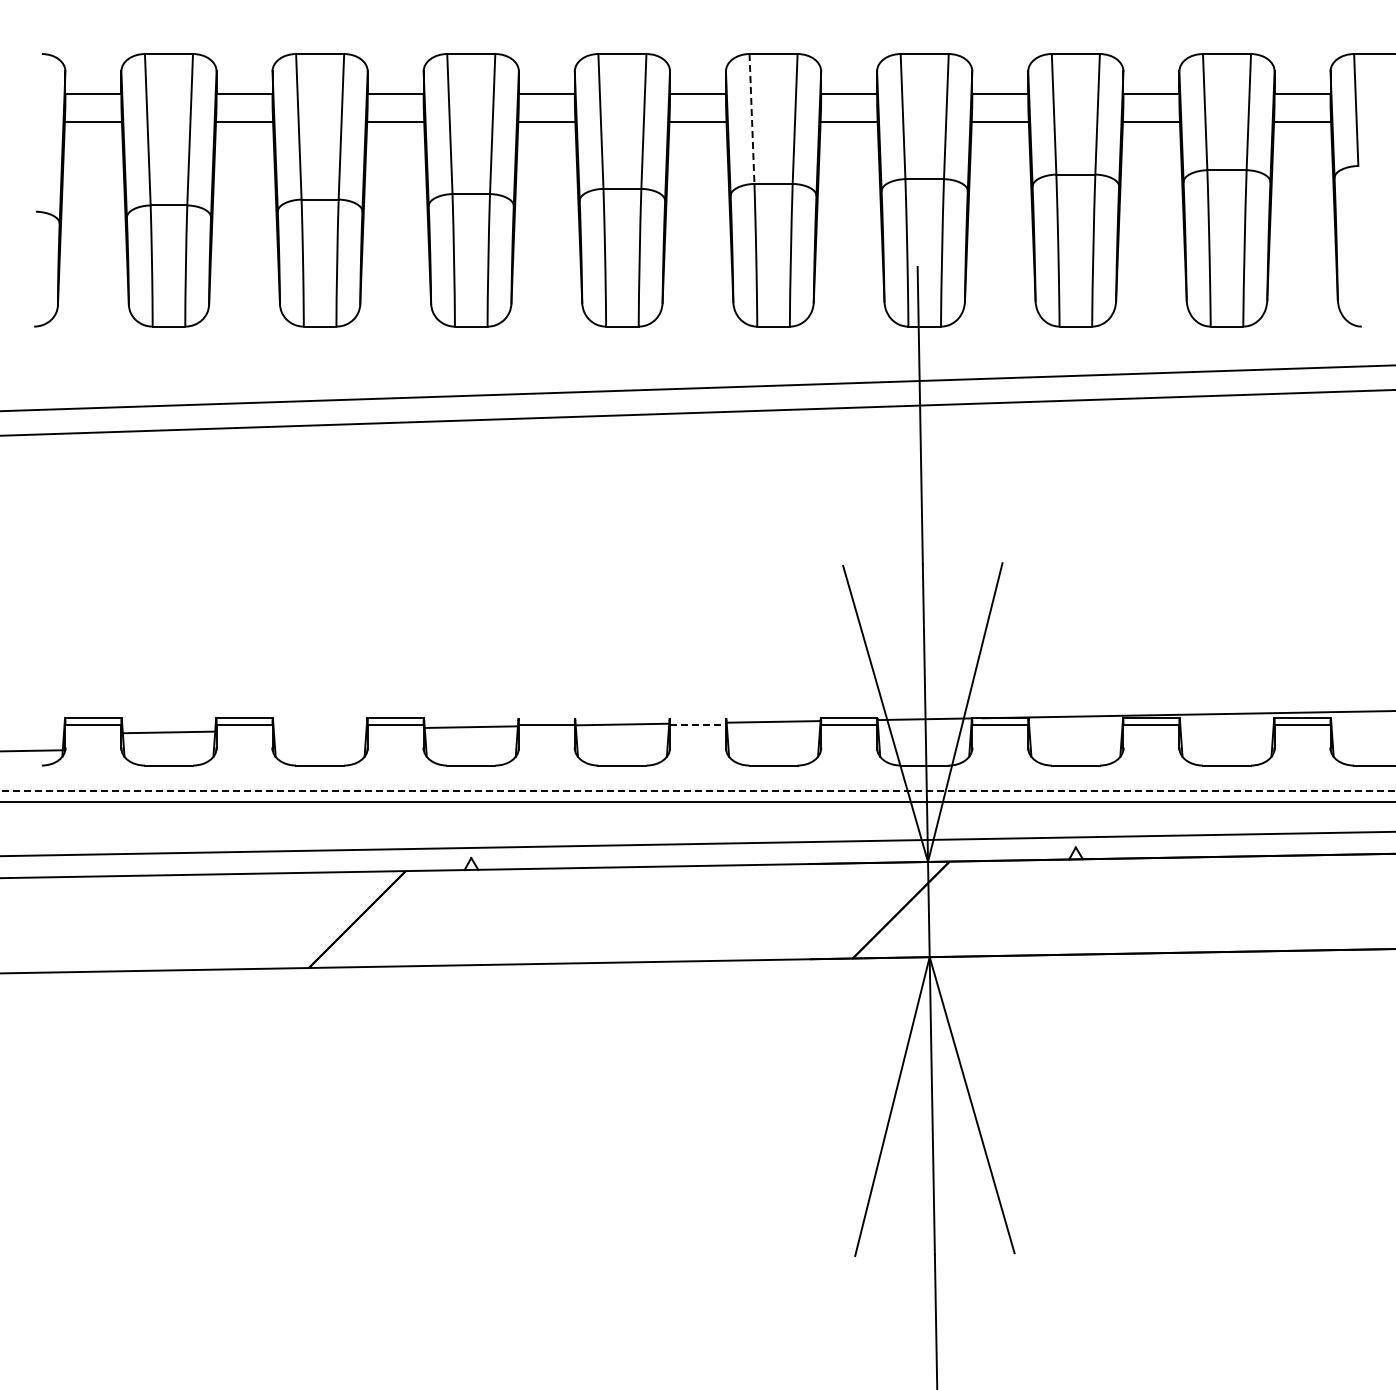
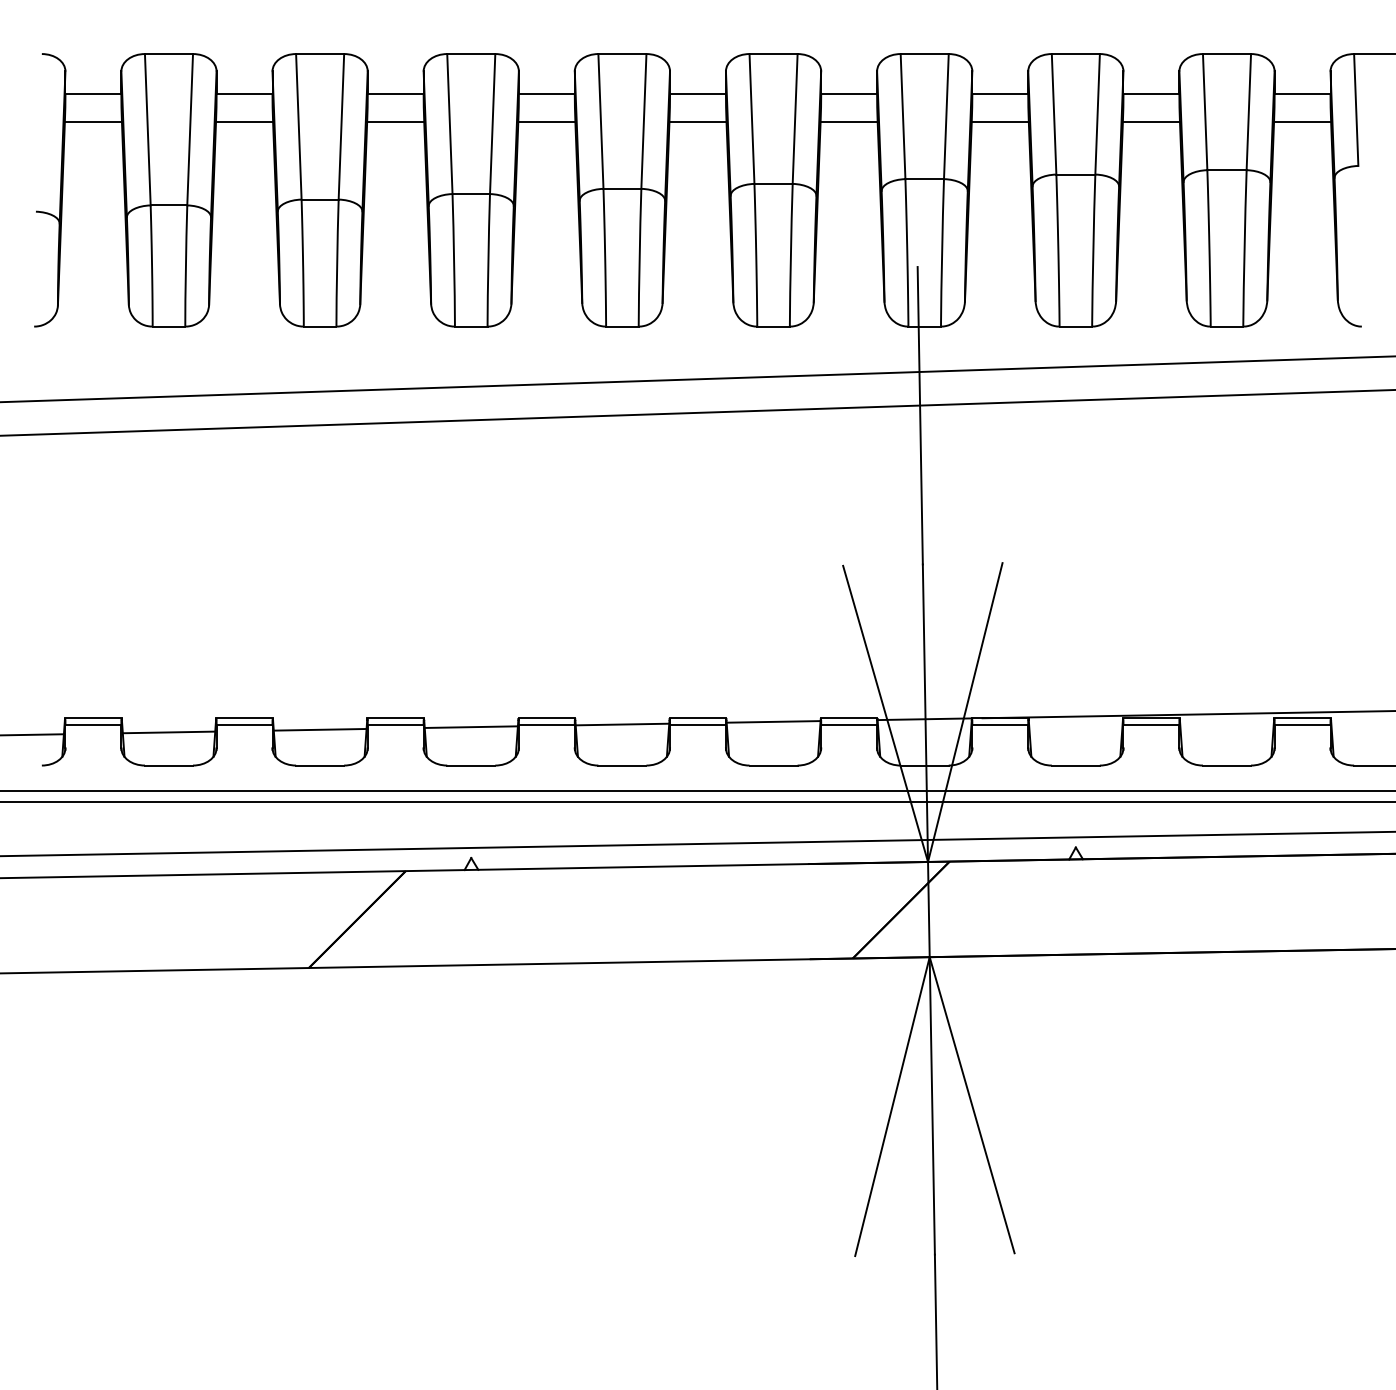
line at (751, 118): dashed -> solid
line at (697, 388) position: (697, 388) -> (697, 379)
line at (546, 718): none -> present
line at (697, 718): none -> present
line at (697, 725): dashed -> solid
line at (319, 729): none -> present
line at (32, 750) position: (32, 750) -> (32, 734)
line at (698, 790): dashed -> solid
